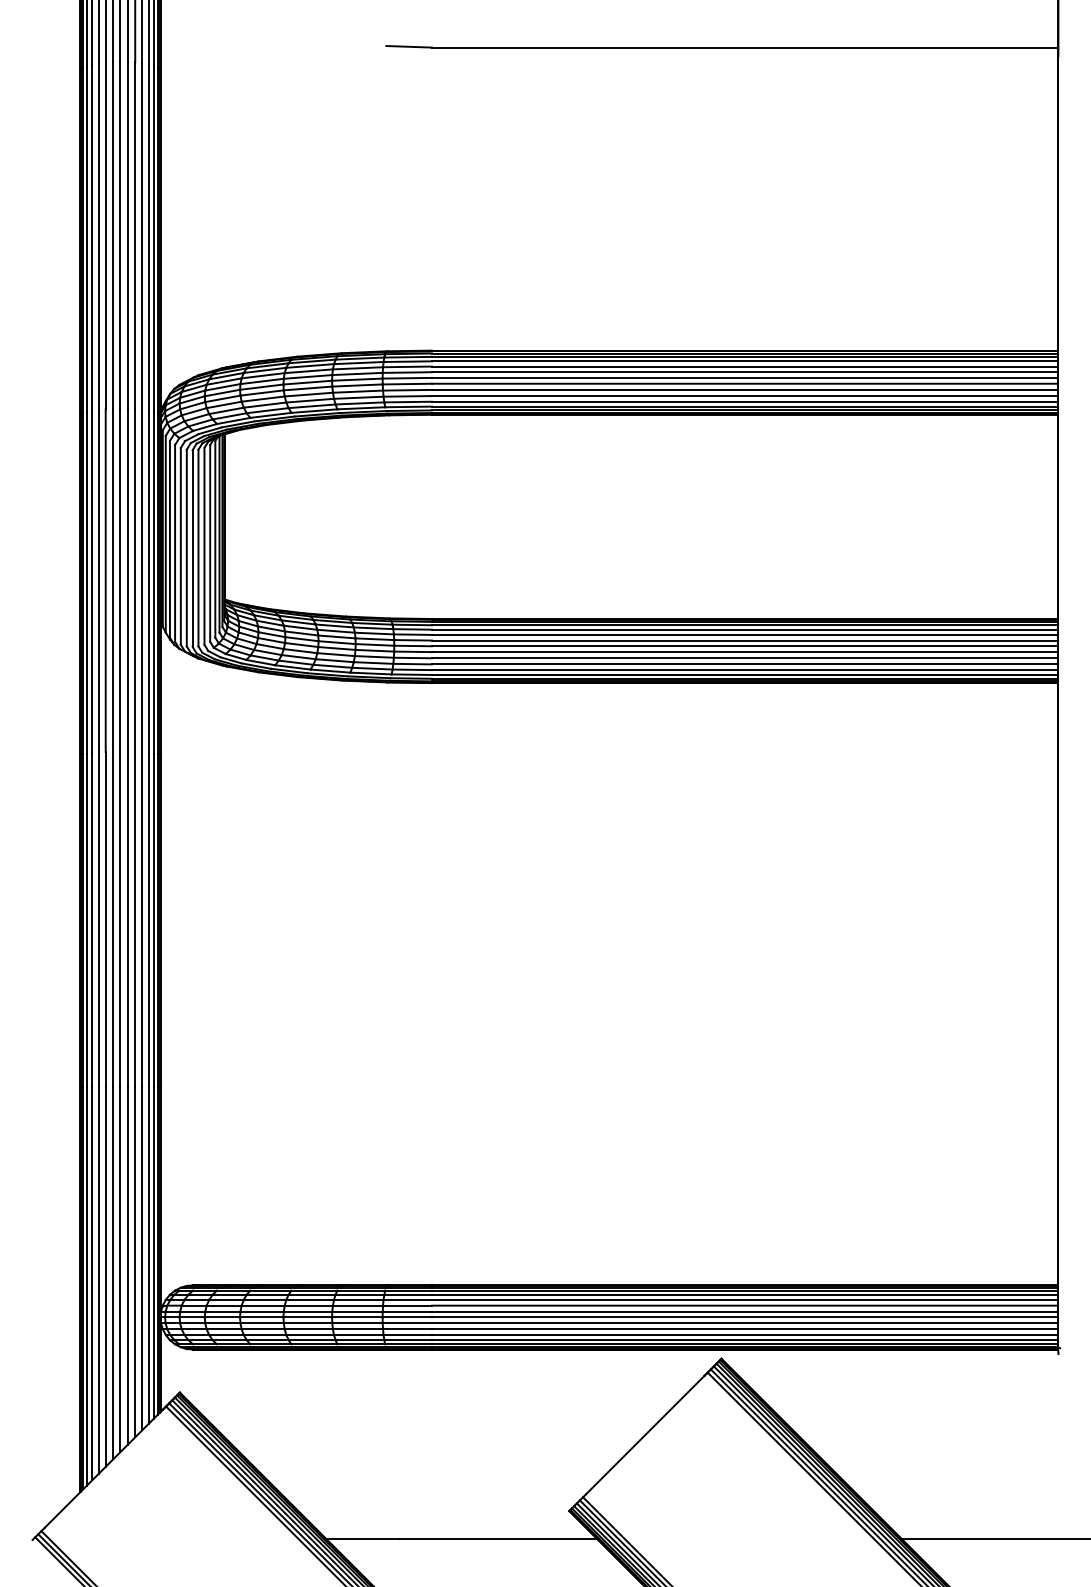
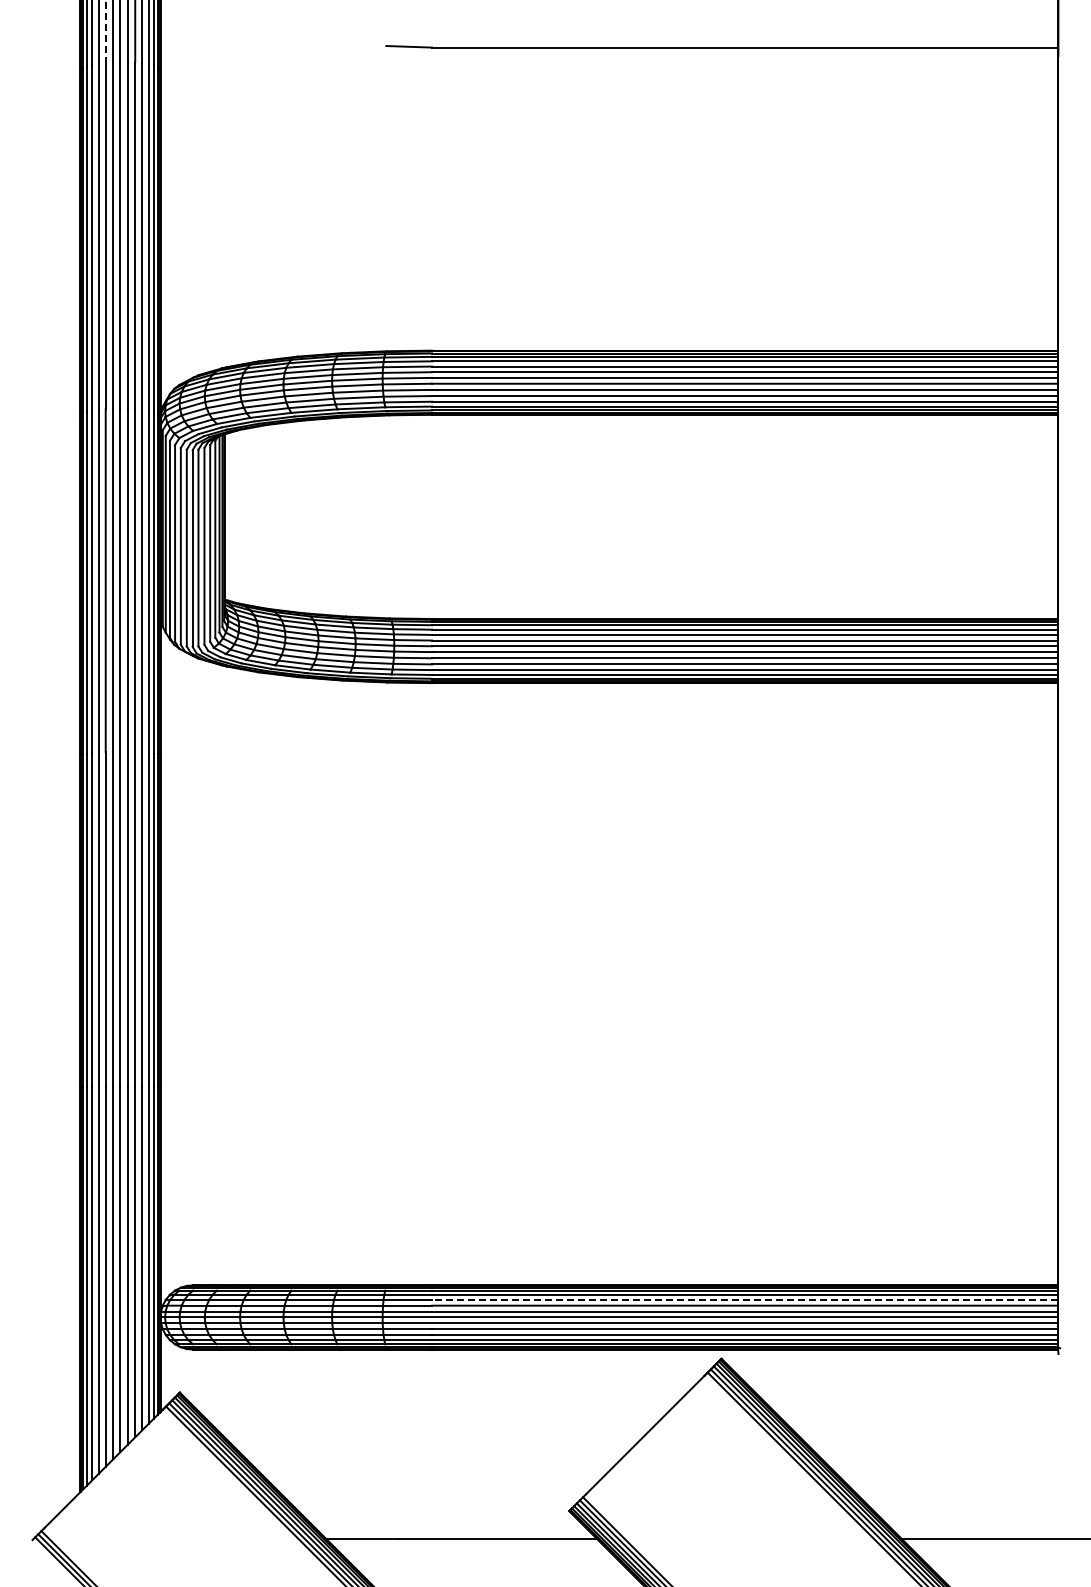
line at (105, 31): solid -> dashed
line at (744, 1299): solid -> dashed
